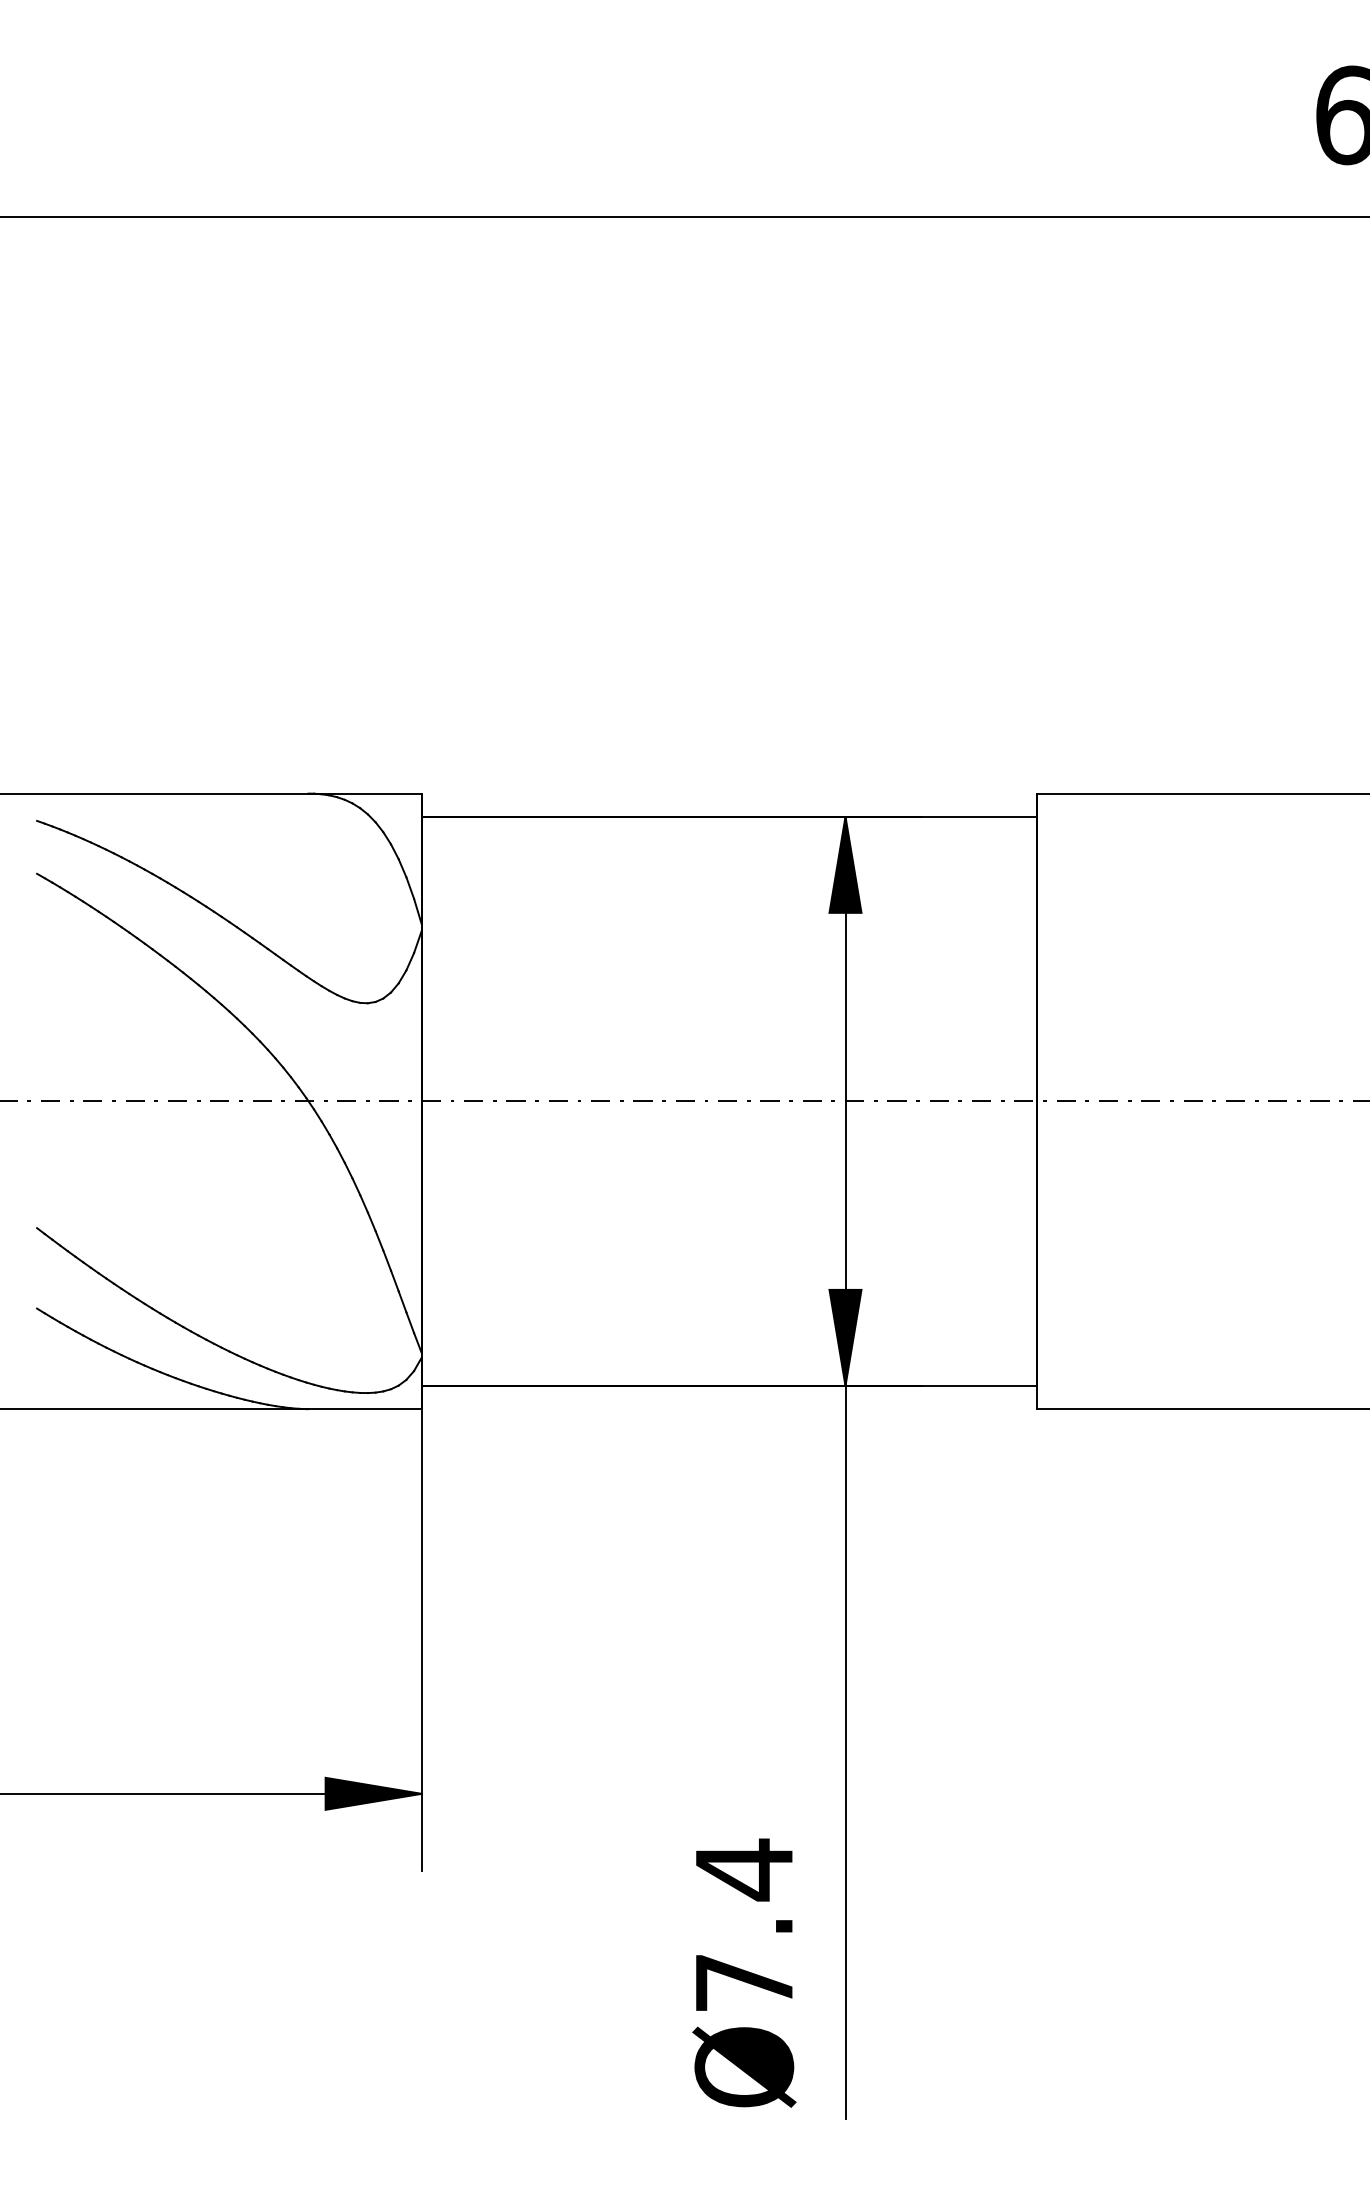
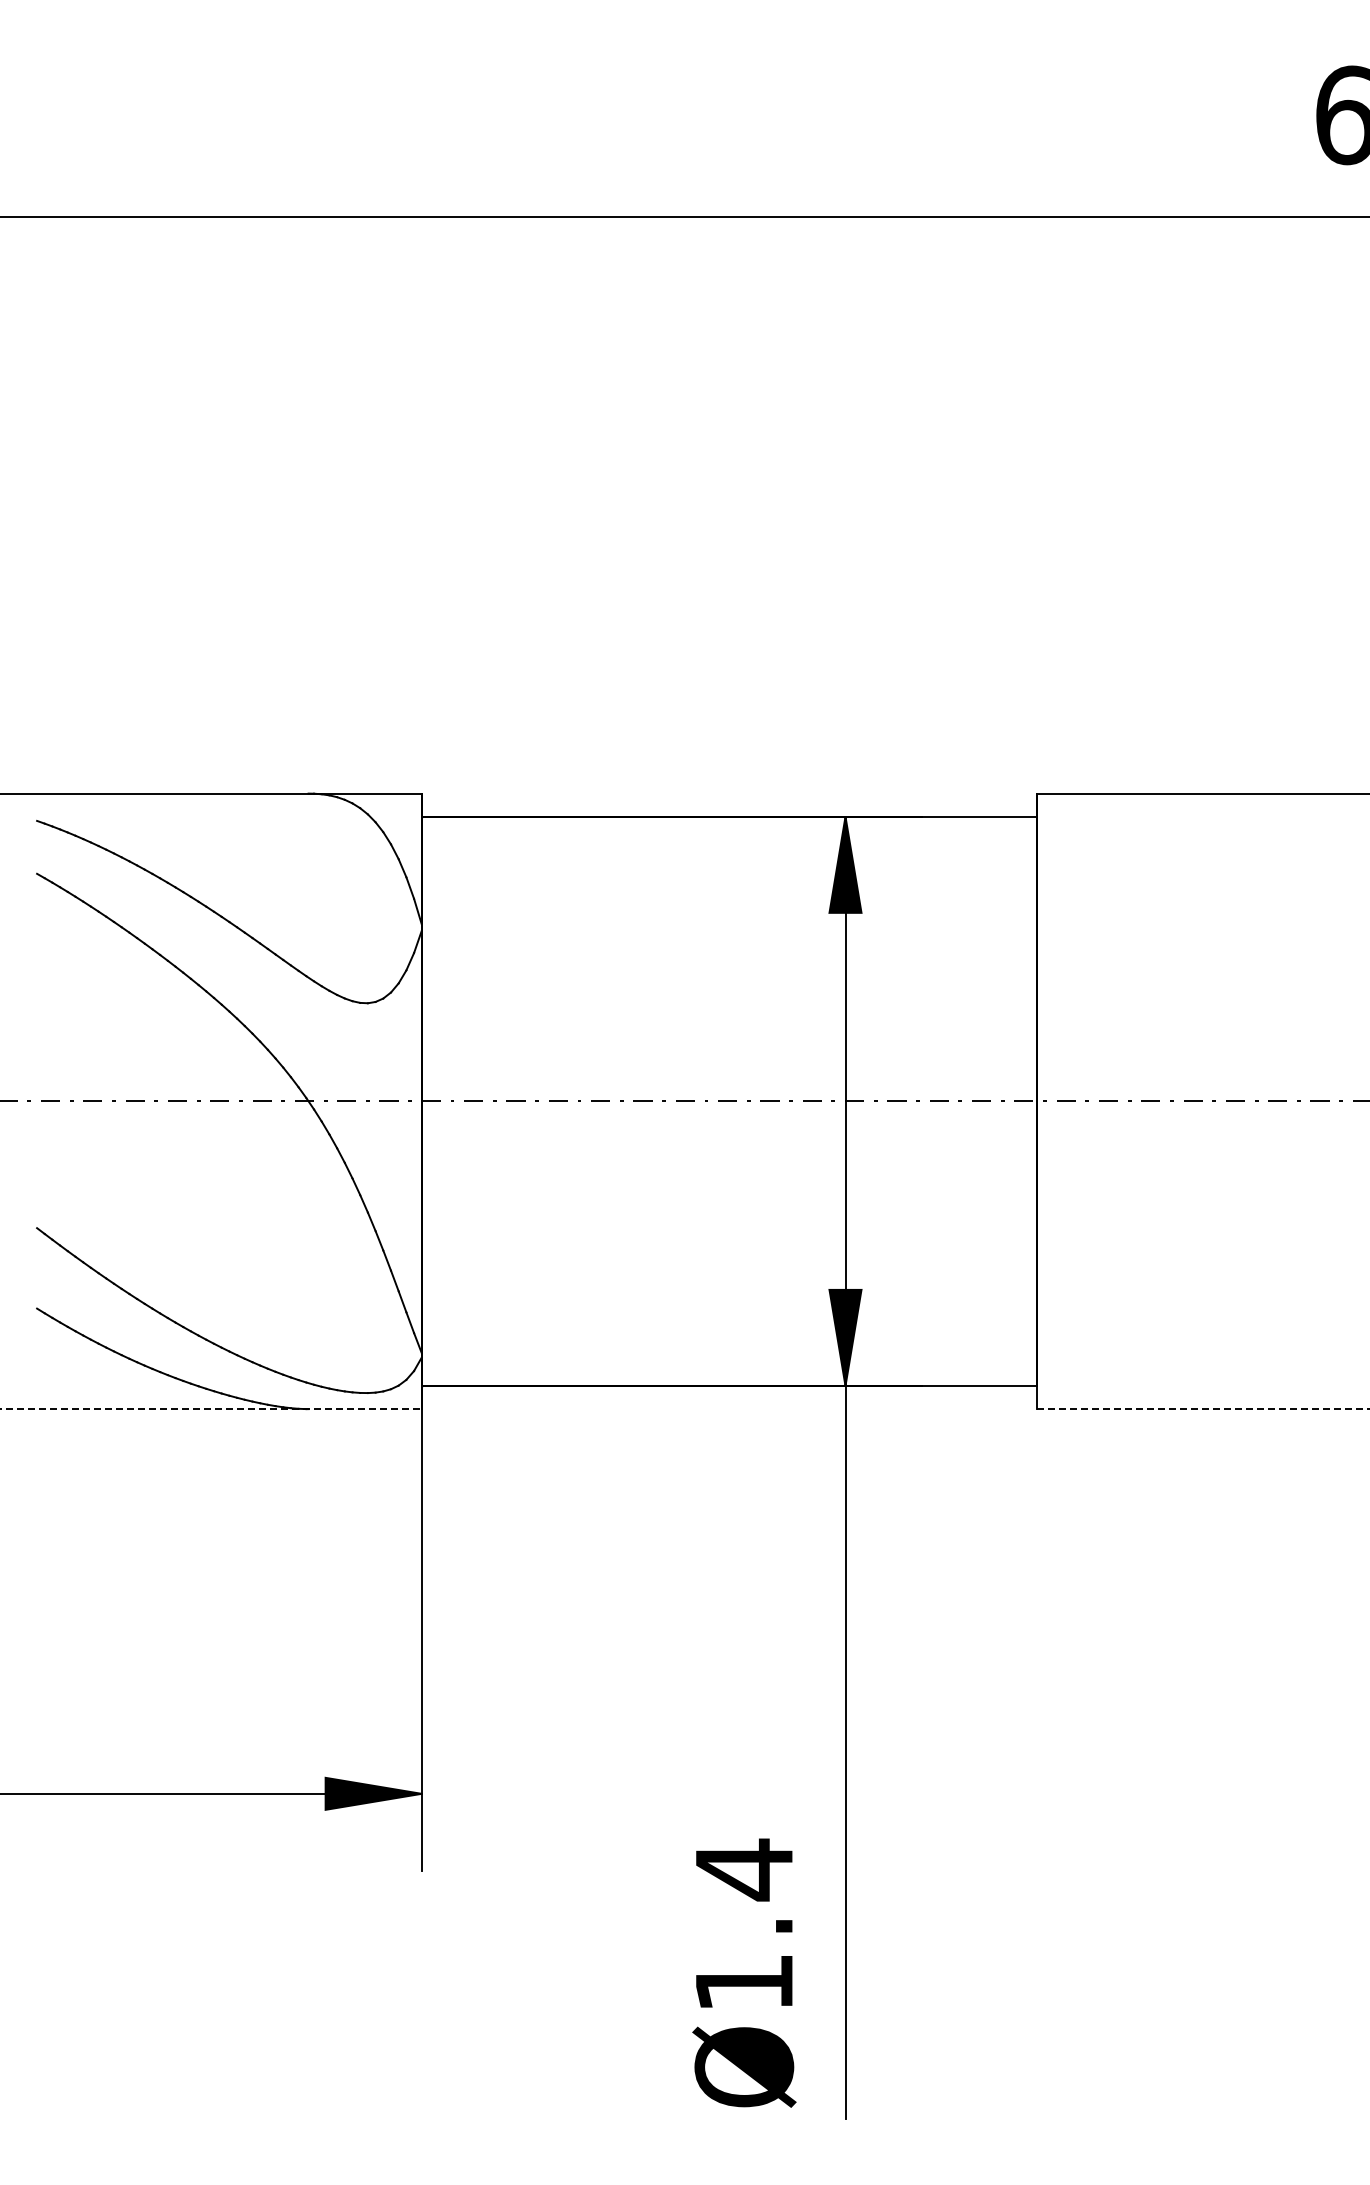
line at (211, 1409): solid -> dashed
line at (1203, 1409): solid -> dashed
text at (744, 1982): Ø7.4 -> Ø1.4
